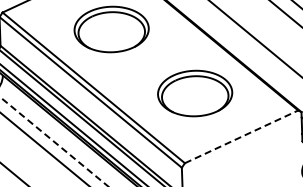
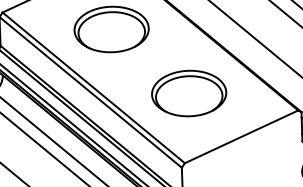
part at (195, 93) position: (195, 93) -> (189, 93)
line at (242, 136): dashed -> solid
line at (54, 141): dashed -> solid
